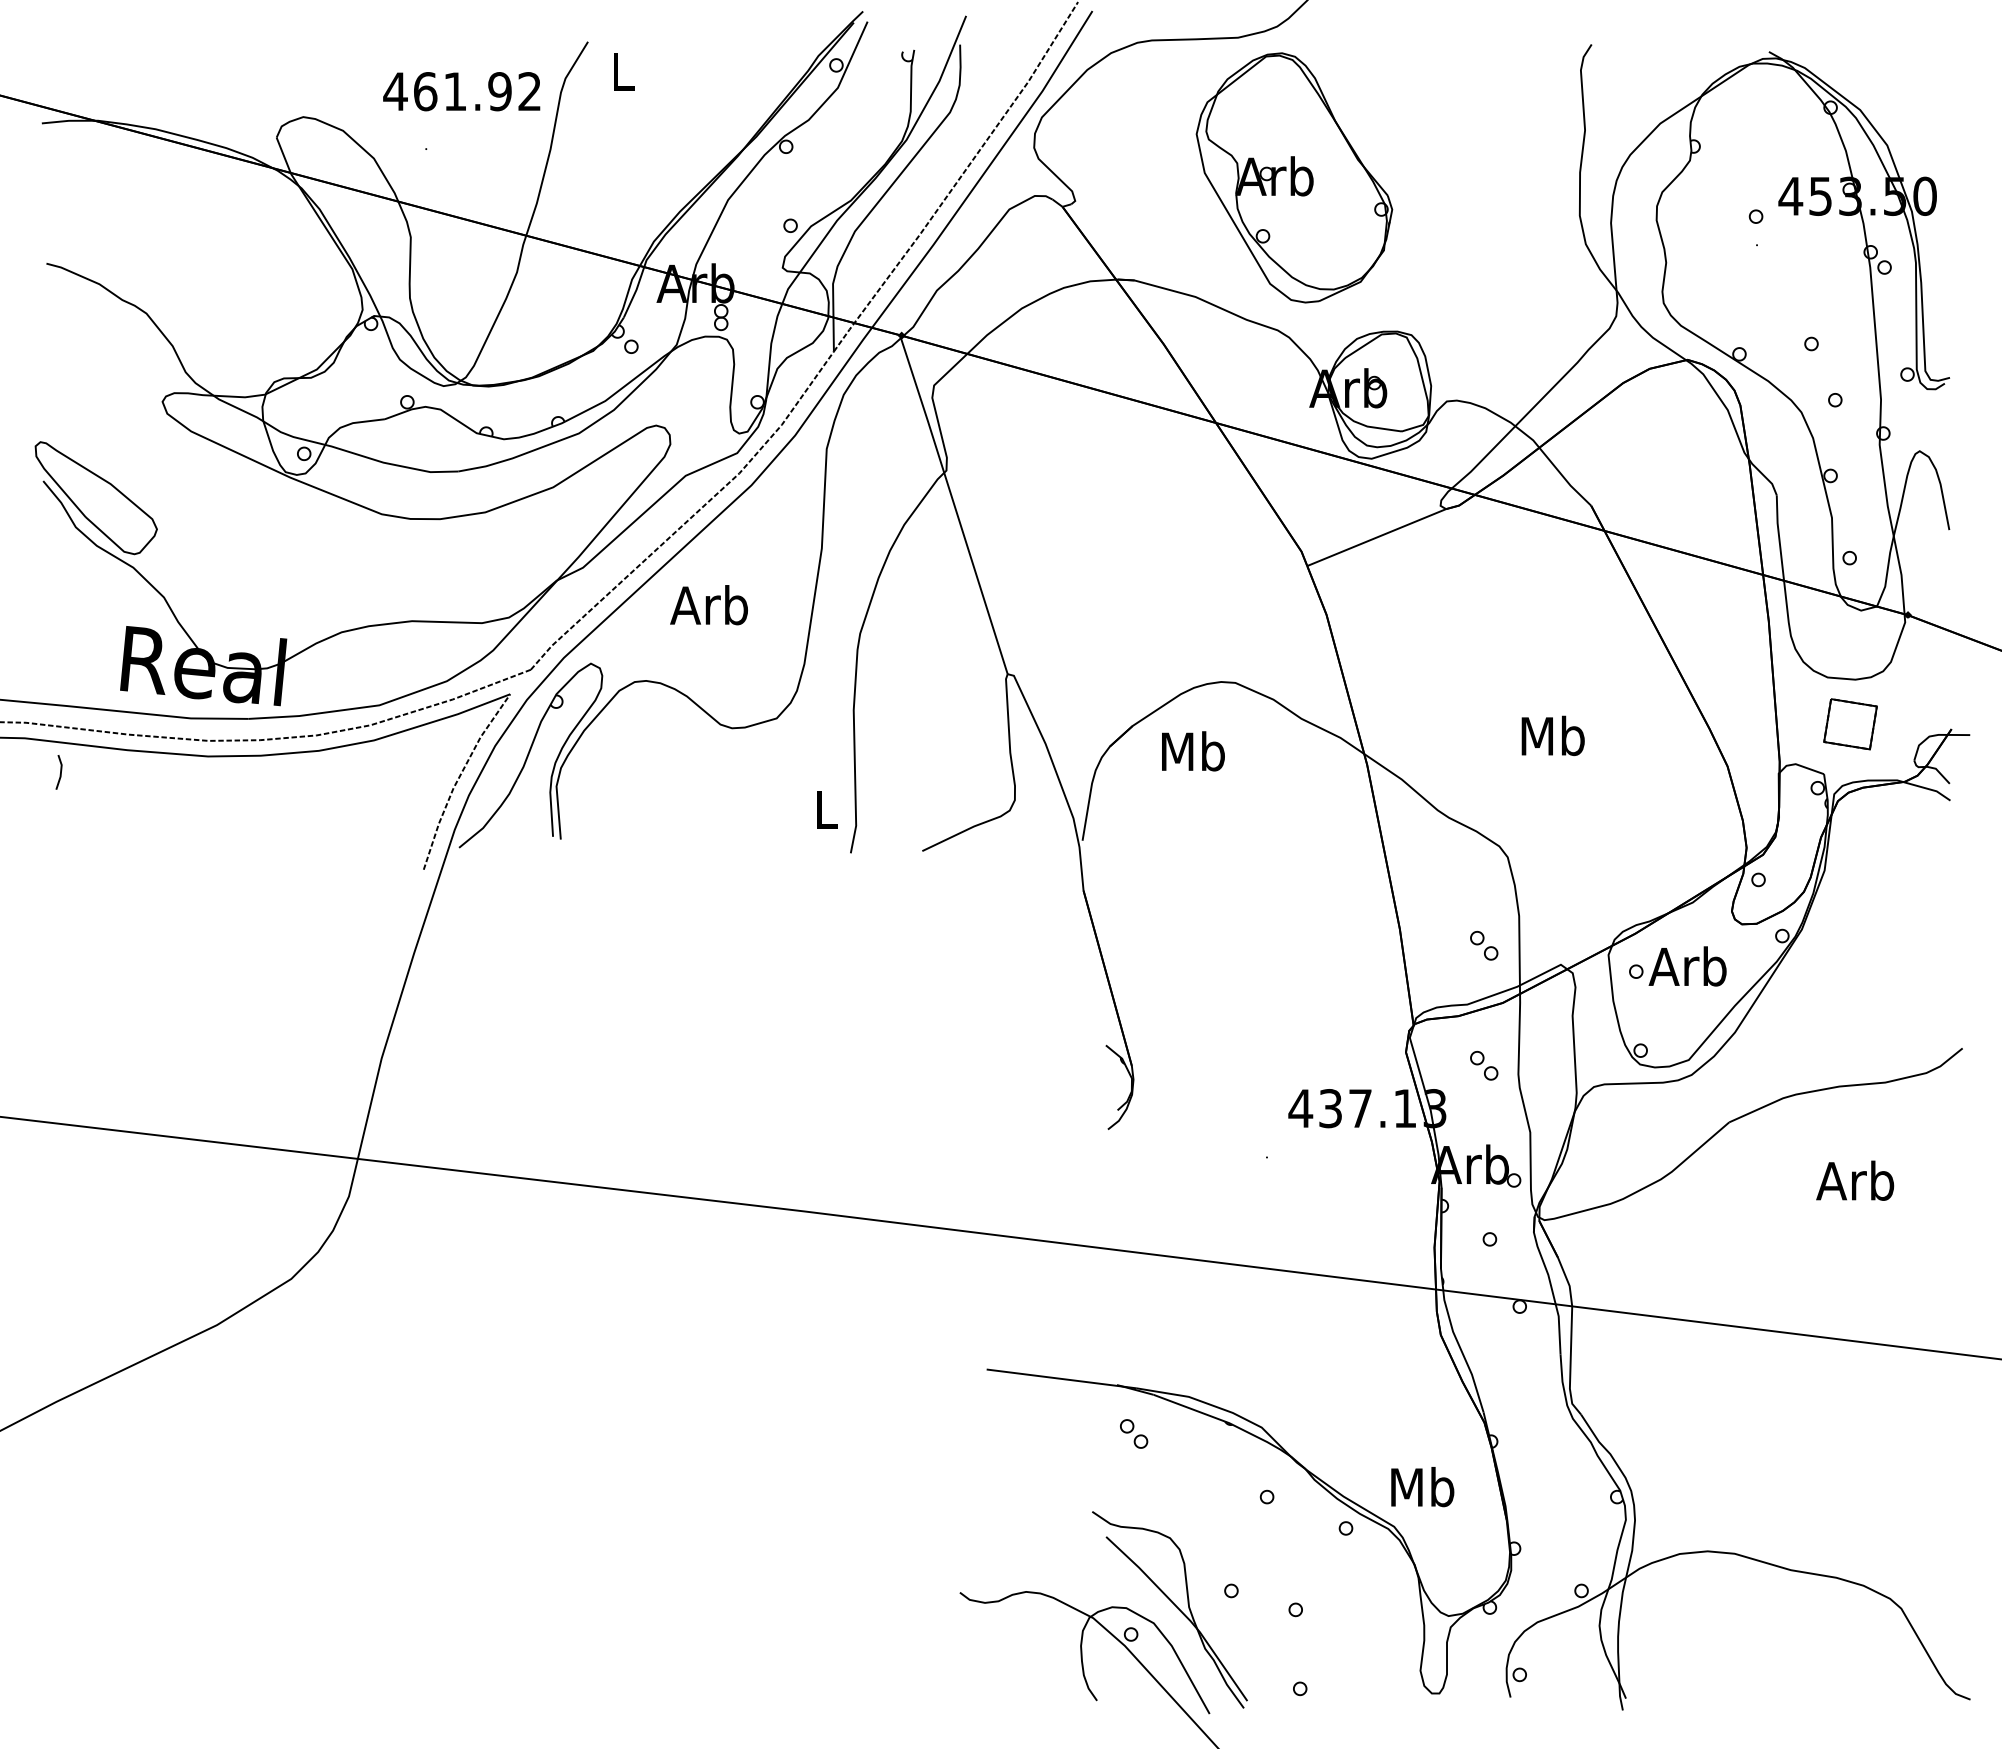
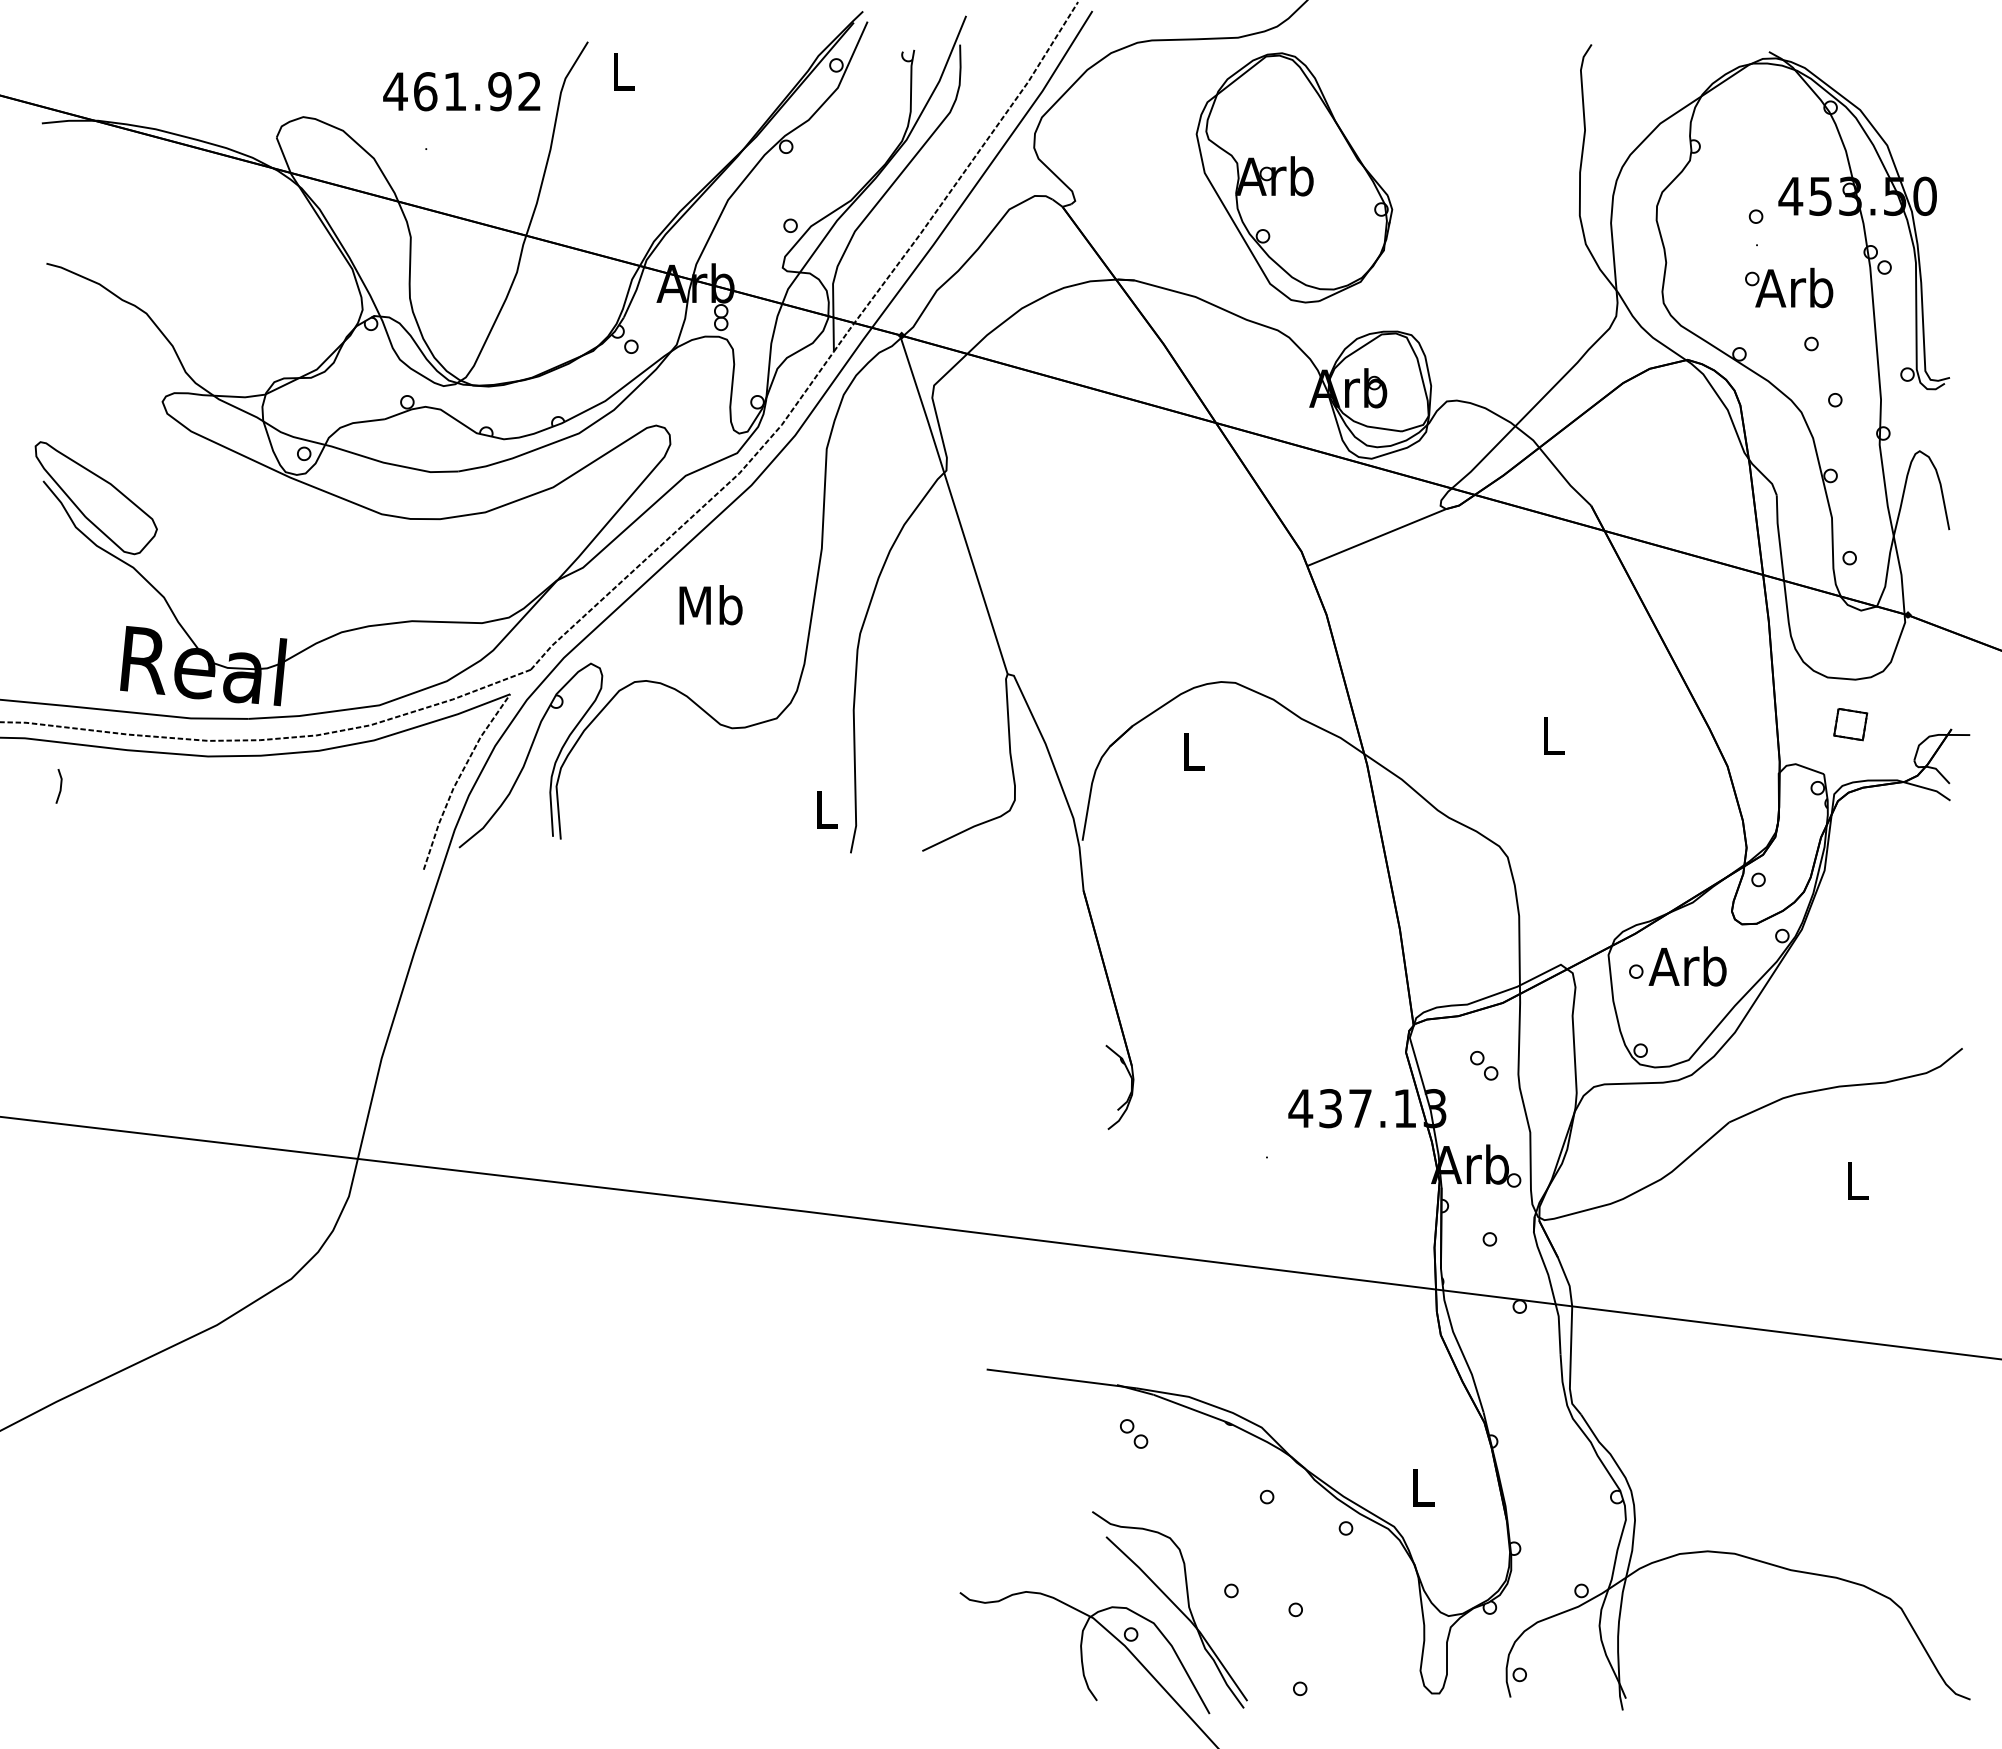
part at (1789, 287): none -> present
text at (708, 605): Arb -> Mb
part at (1850, 724) size: 55x53 px -> 36x34 px
text at (1552, 735): Mb -> L
text at (1193, 751): Mb -> L
line at (60, 772) position: (60, 772) -> (60, 786)
part at (1484, 945): present -> none
text at (1855, 1180): Arb -> L
text at (1422, 1487): Mb -> L
